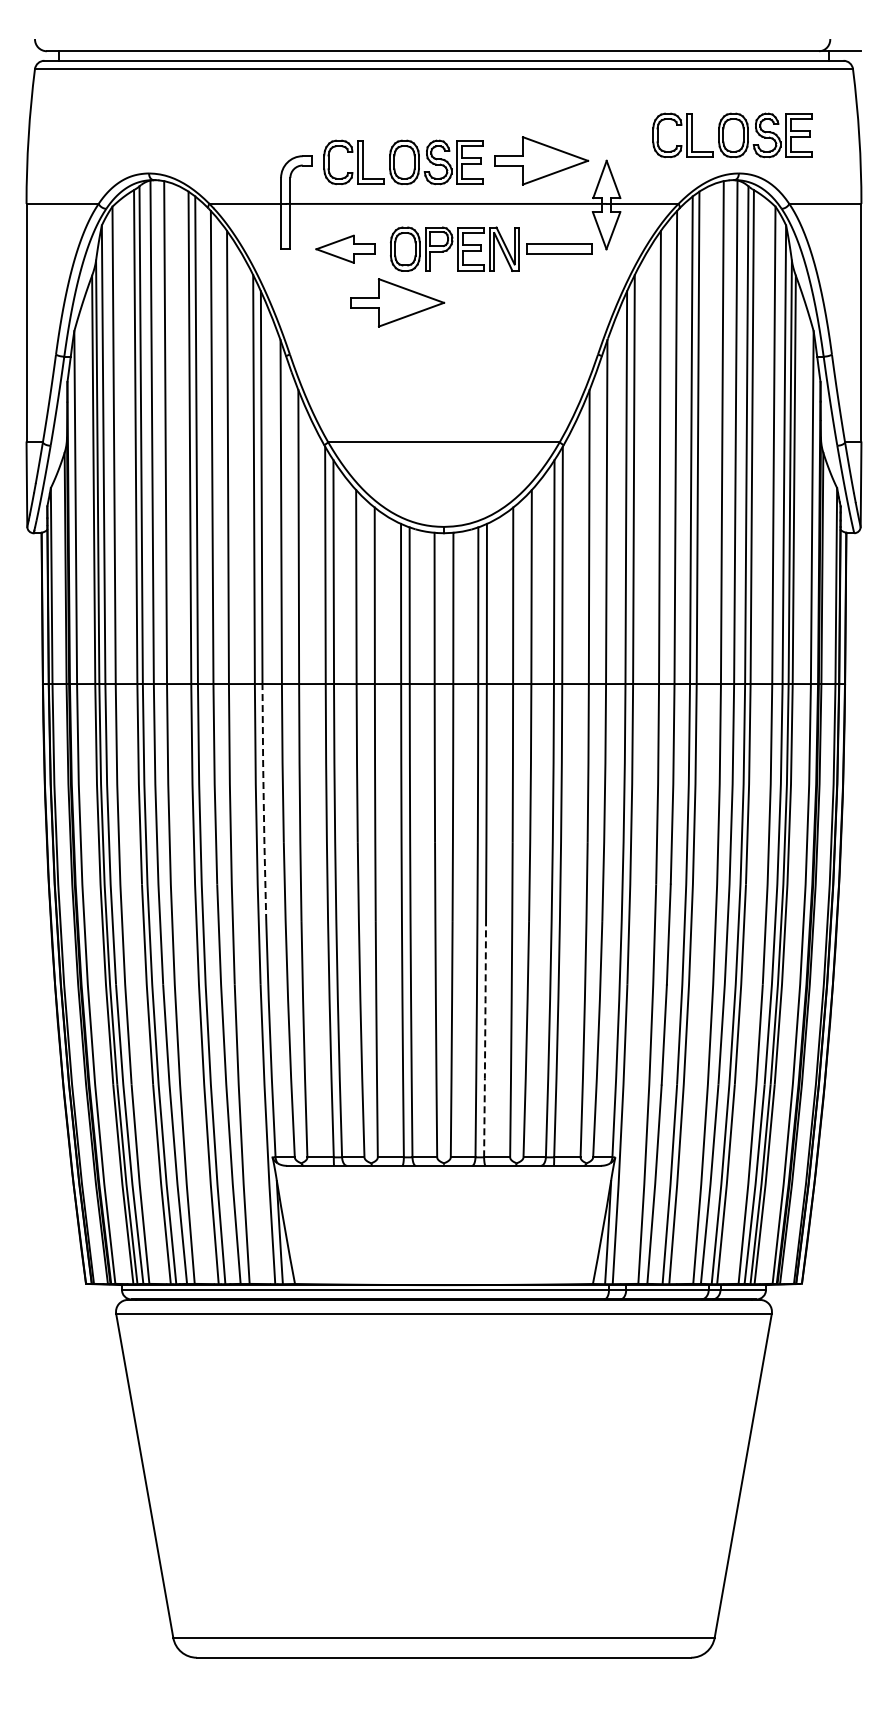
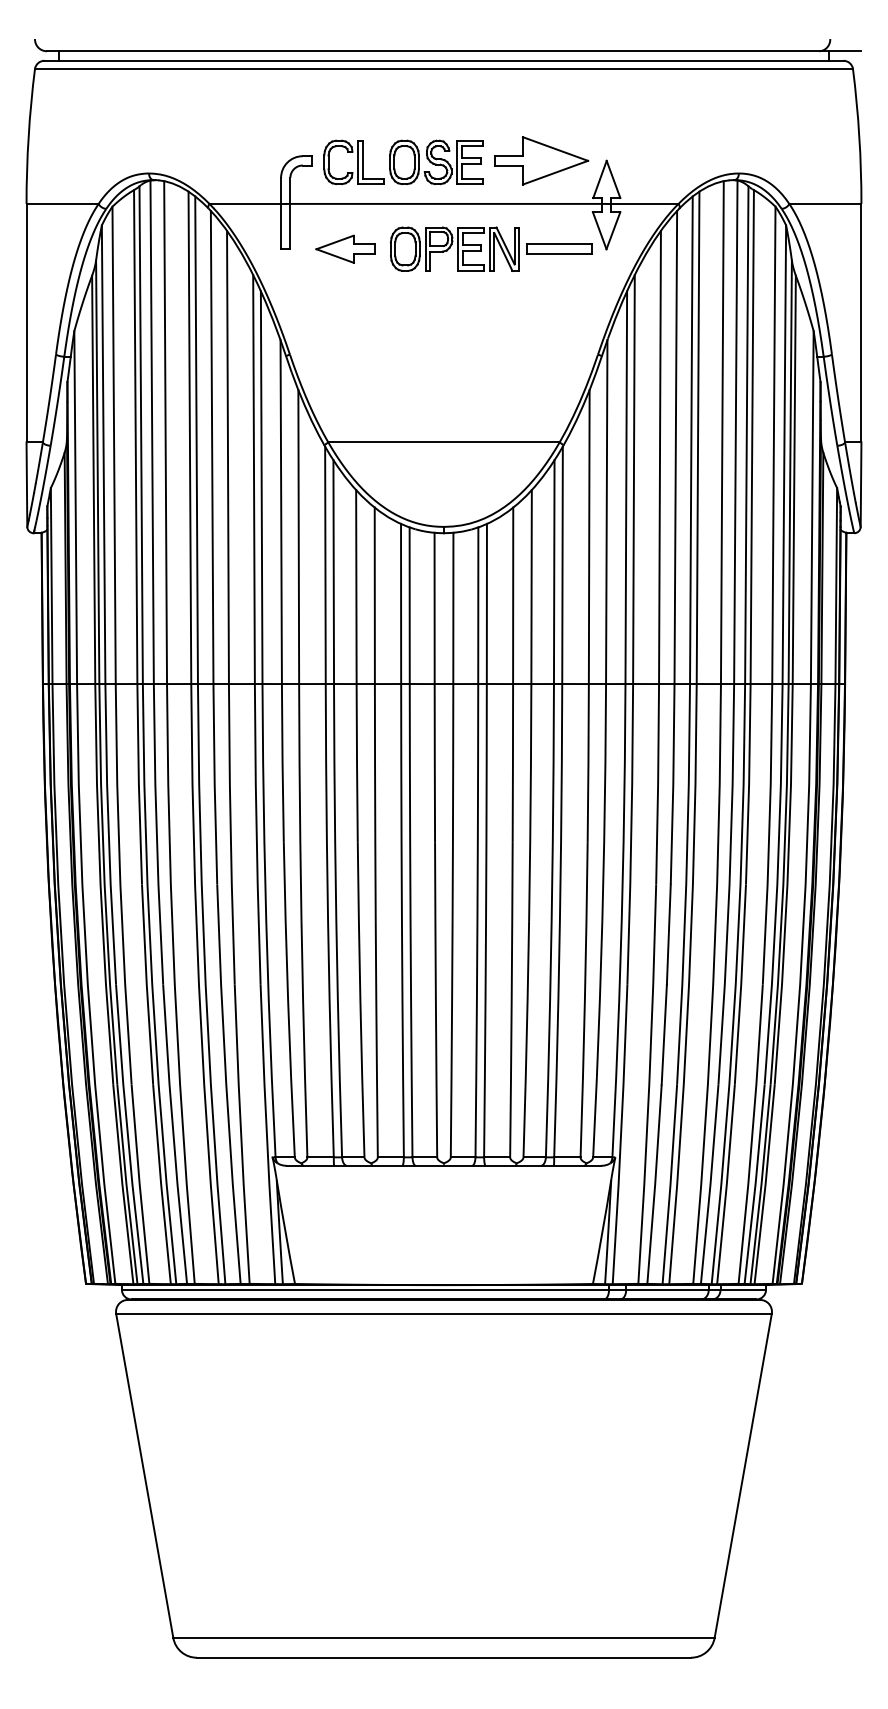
part at (732, 135): present -> none
part at (397, 302): present -> none
line at (263, 801): dashed -> solid
line at (485, 1038): dashed -> solid
